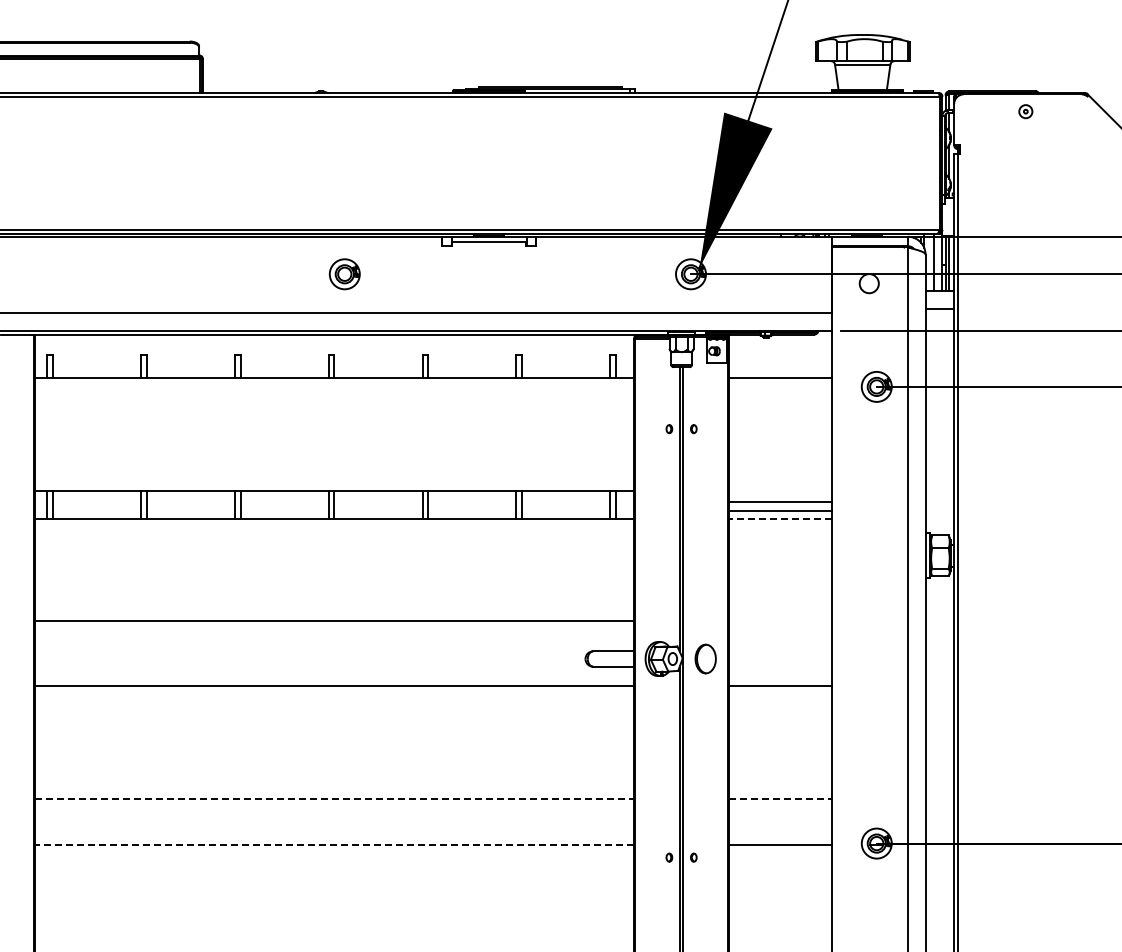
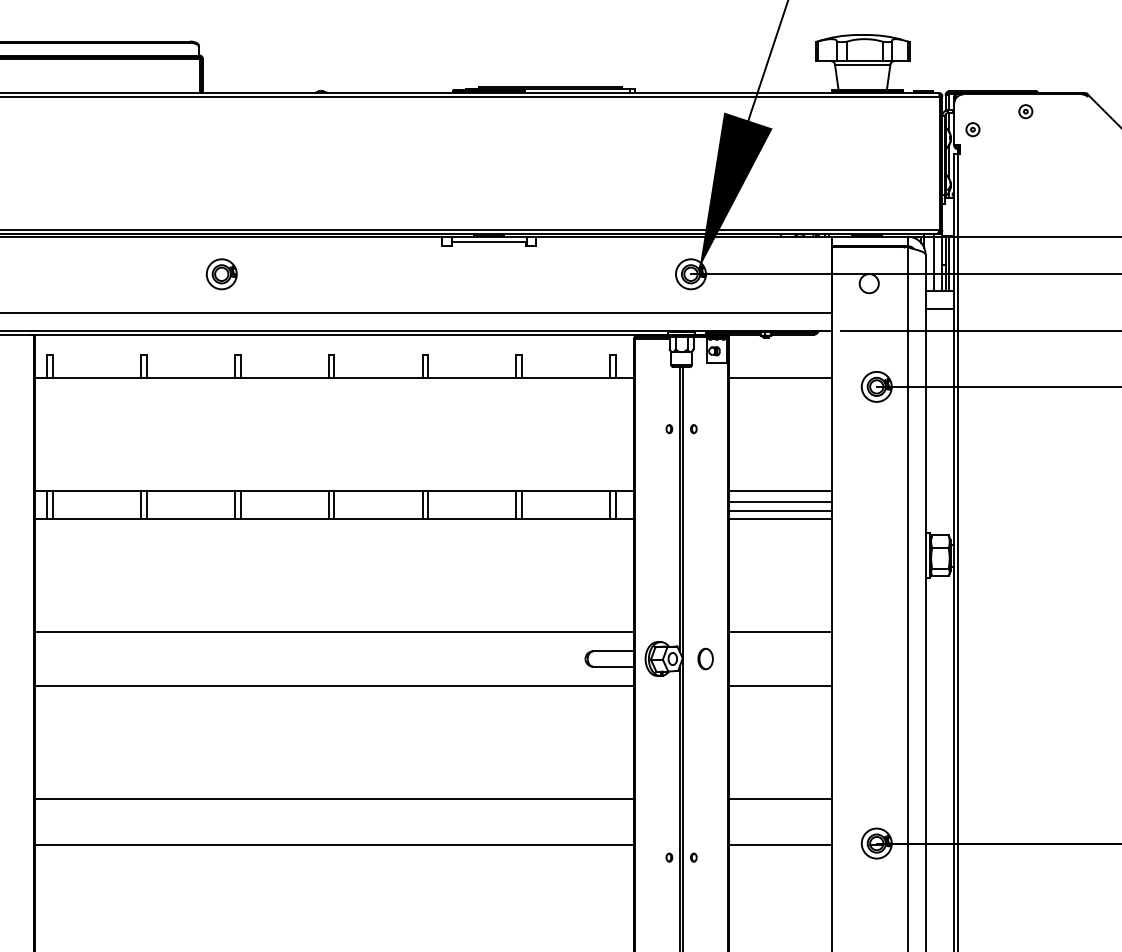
part at (972, 129): none -> present
part at (344, 274) position: (344, 274) -> (221, 274)
line at (780, 491): none -> present
line at (779, 519): dashed -> solid
line at (334, 621) position: (334, 621) -> (334, 632)
line at (780, 632): none -> present
part at (705, 658) size: 23x32 px -> 17x24 px
line at (334, 799): dashed -> solid
line at (780, 799): dashed -> solid
line at (334, 845): dashed -> solid
